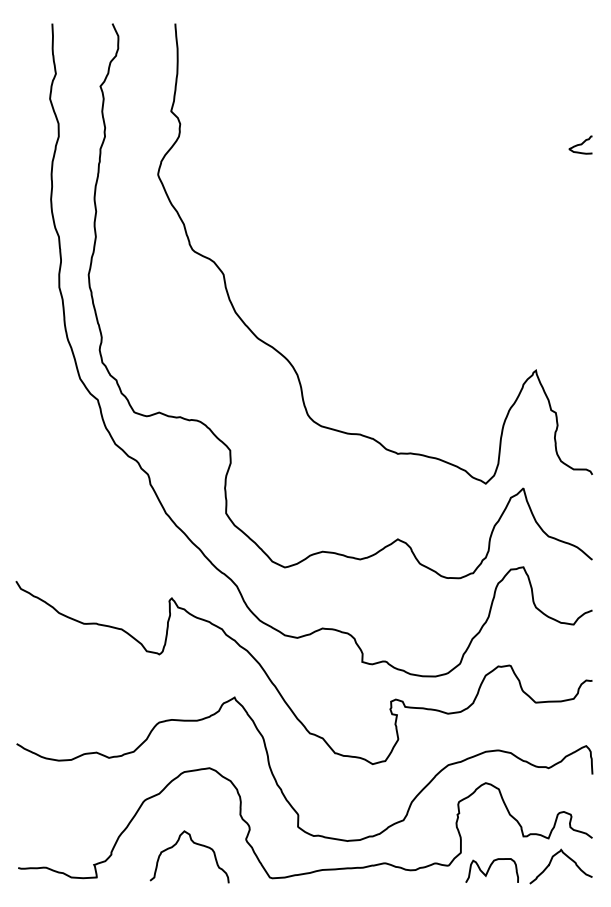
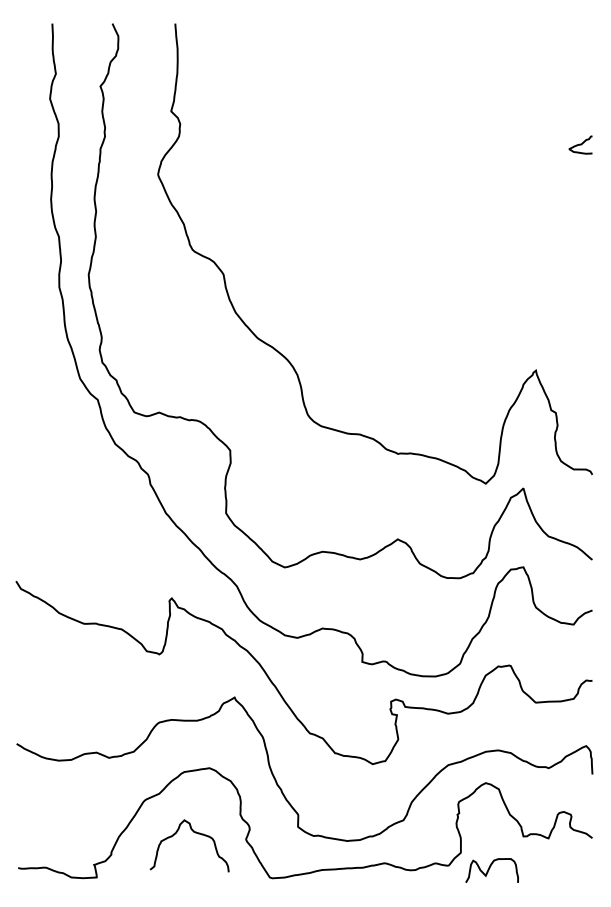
curve at (195, 844) position: (195, 844) -> (195, 833)
curve at (551, 862): present -> none
